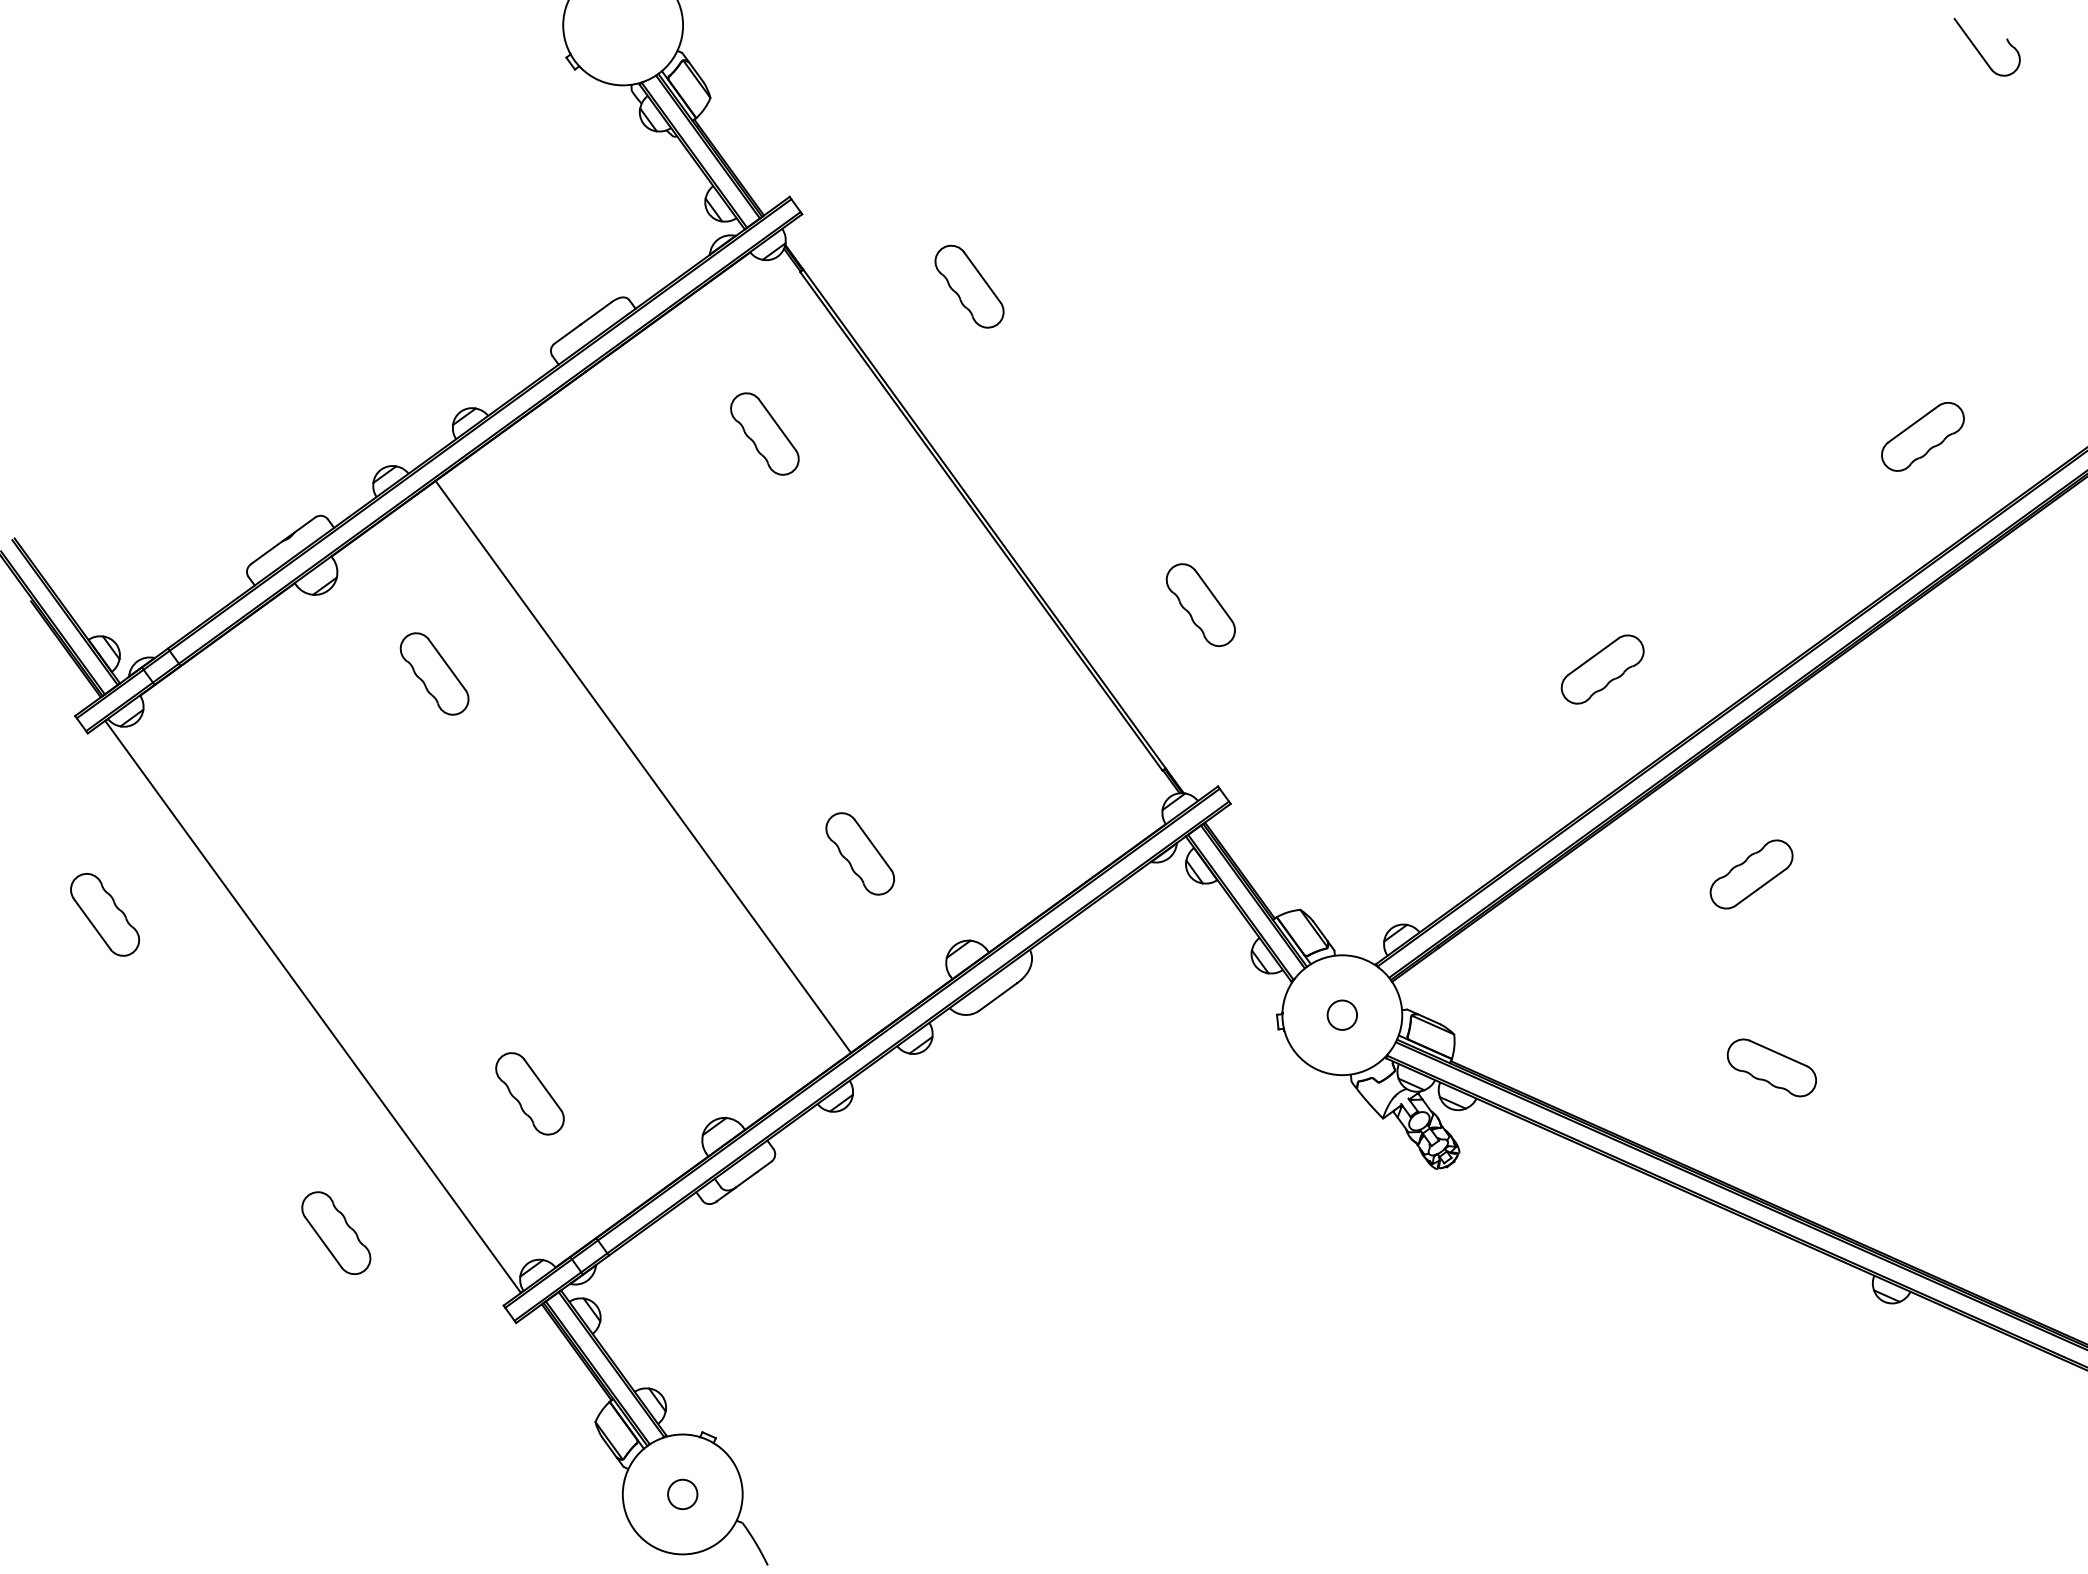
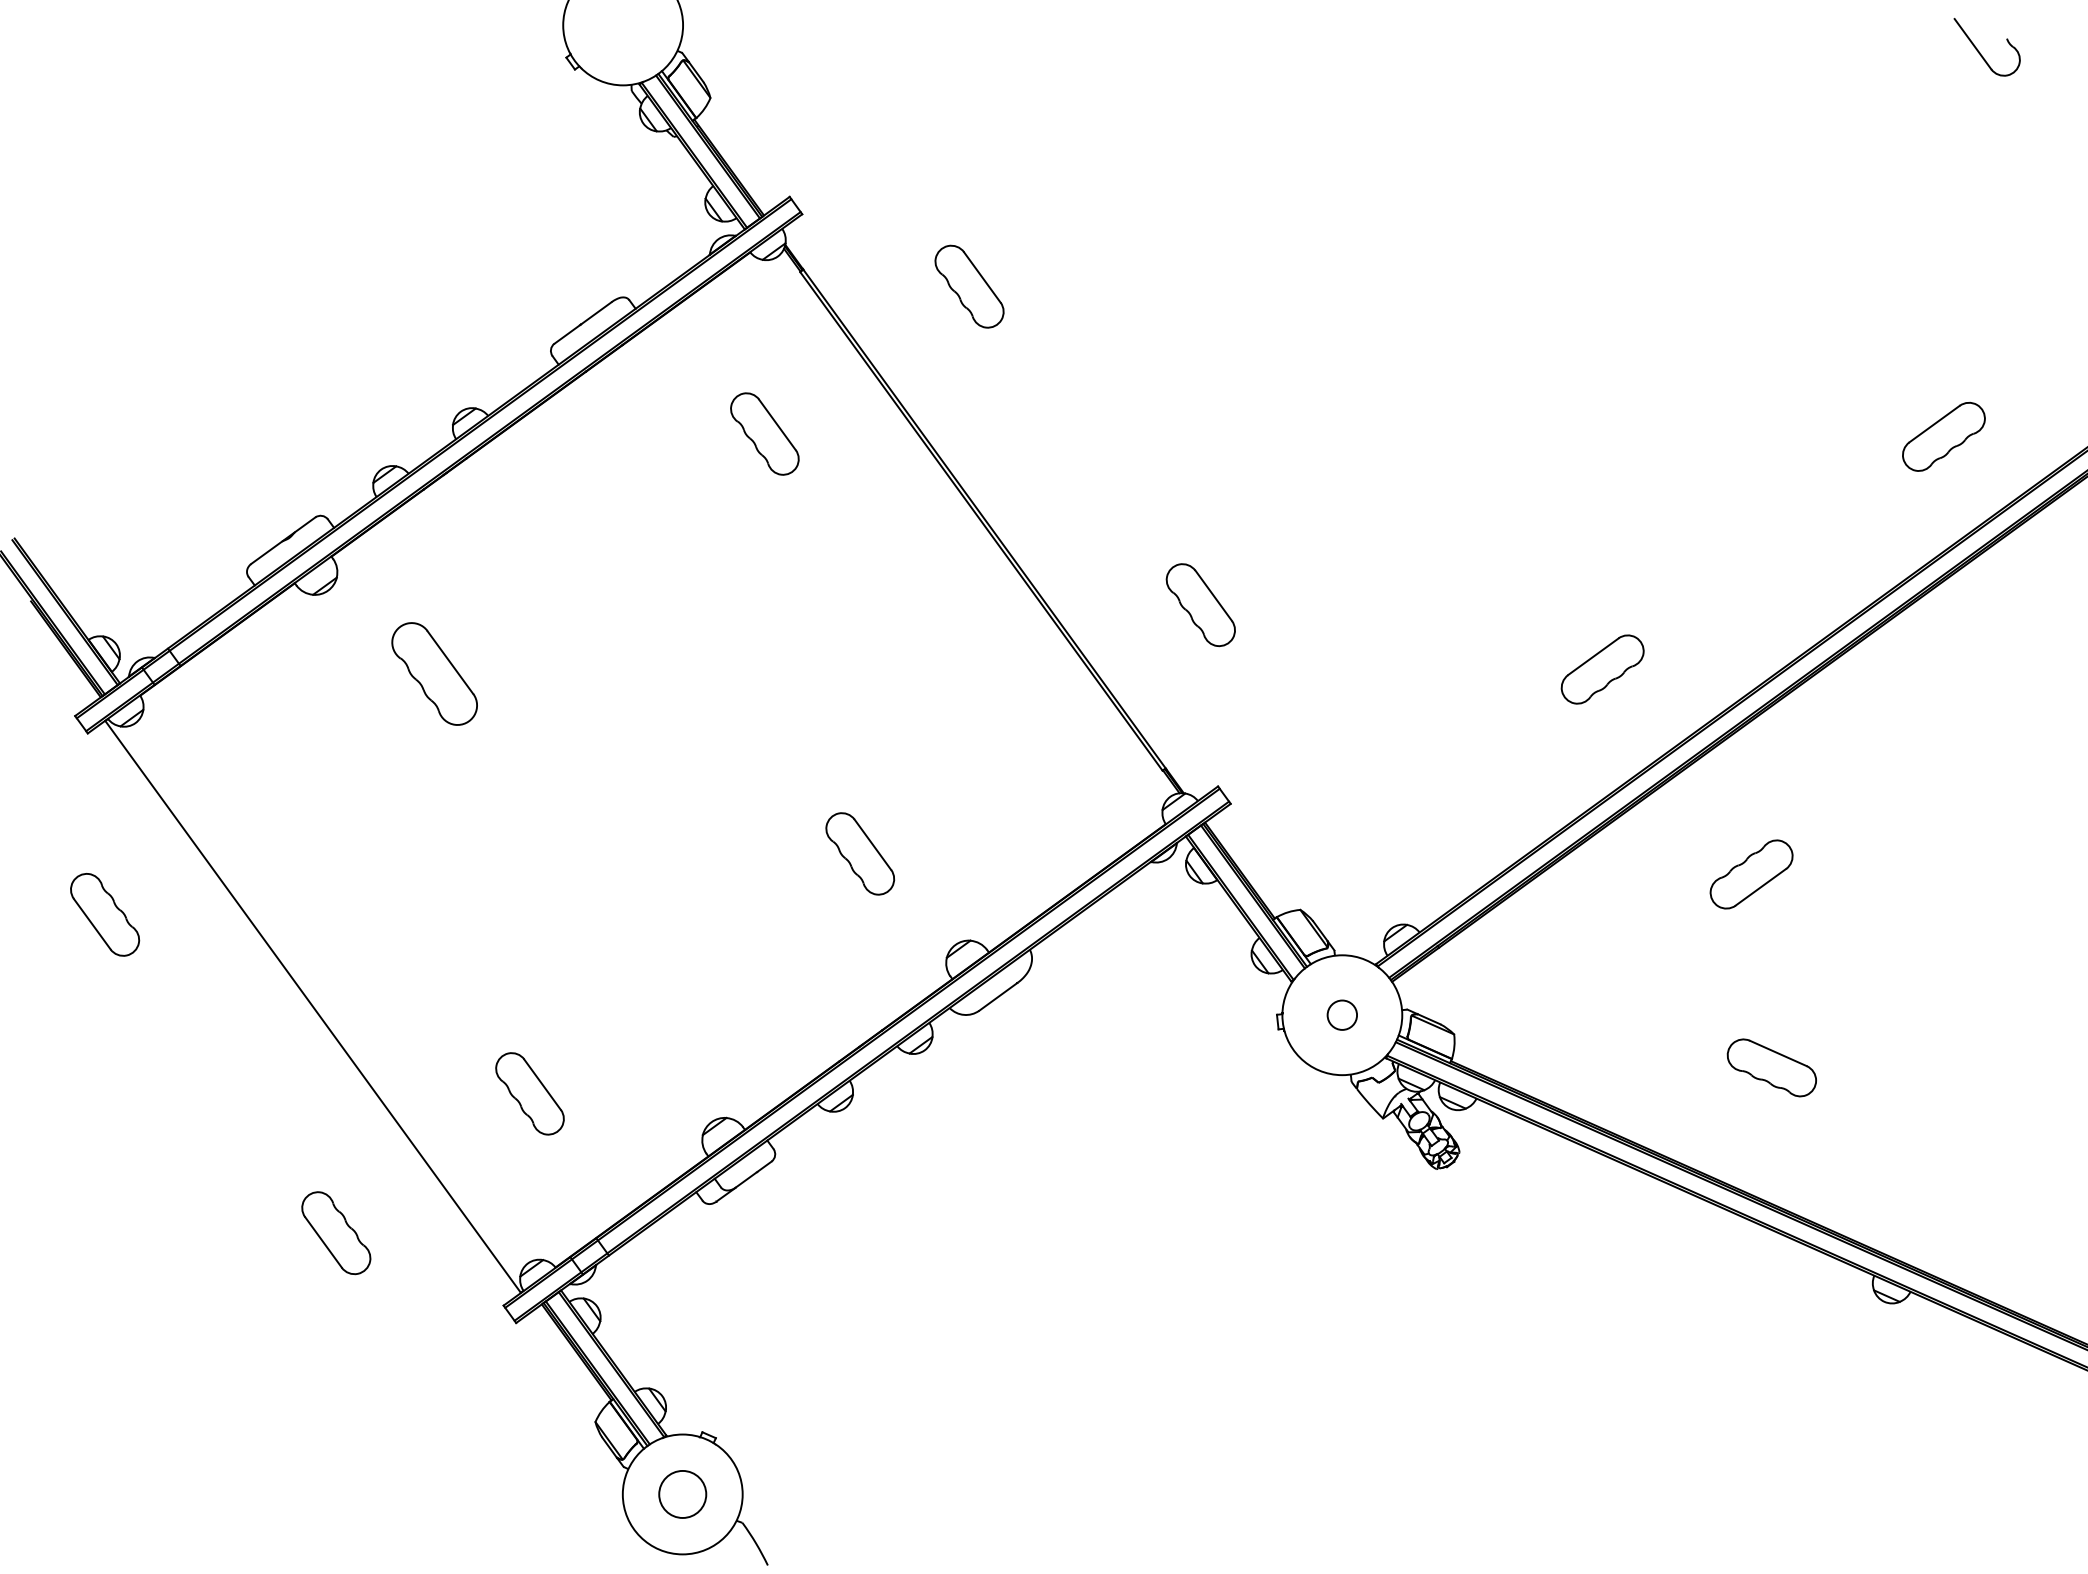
part at (1922, 436) position: (1922, 436) -> (1943, 436)
part at (434, 673) size: 71x84 px -> 87x104 px
line at (643, 766): present -> none
circle at (682, 1494) diameter: 29 px -> 47 px
